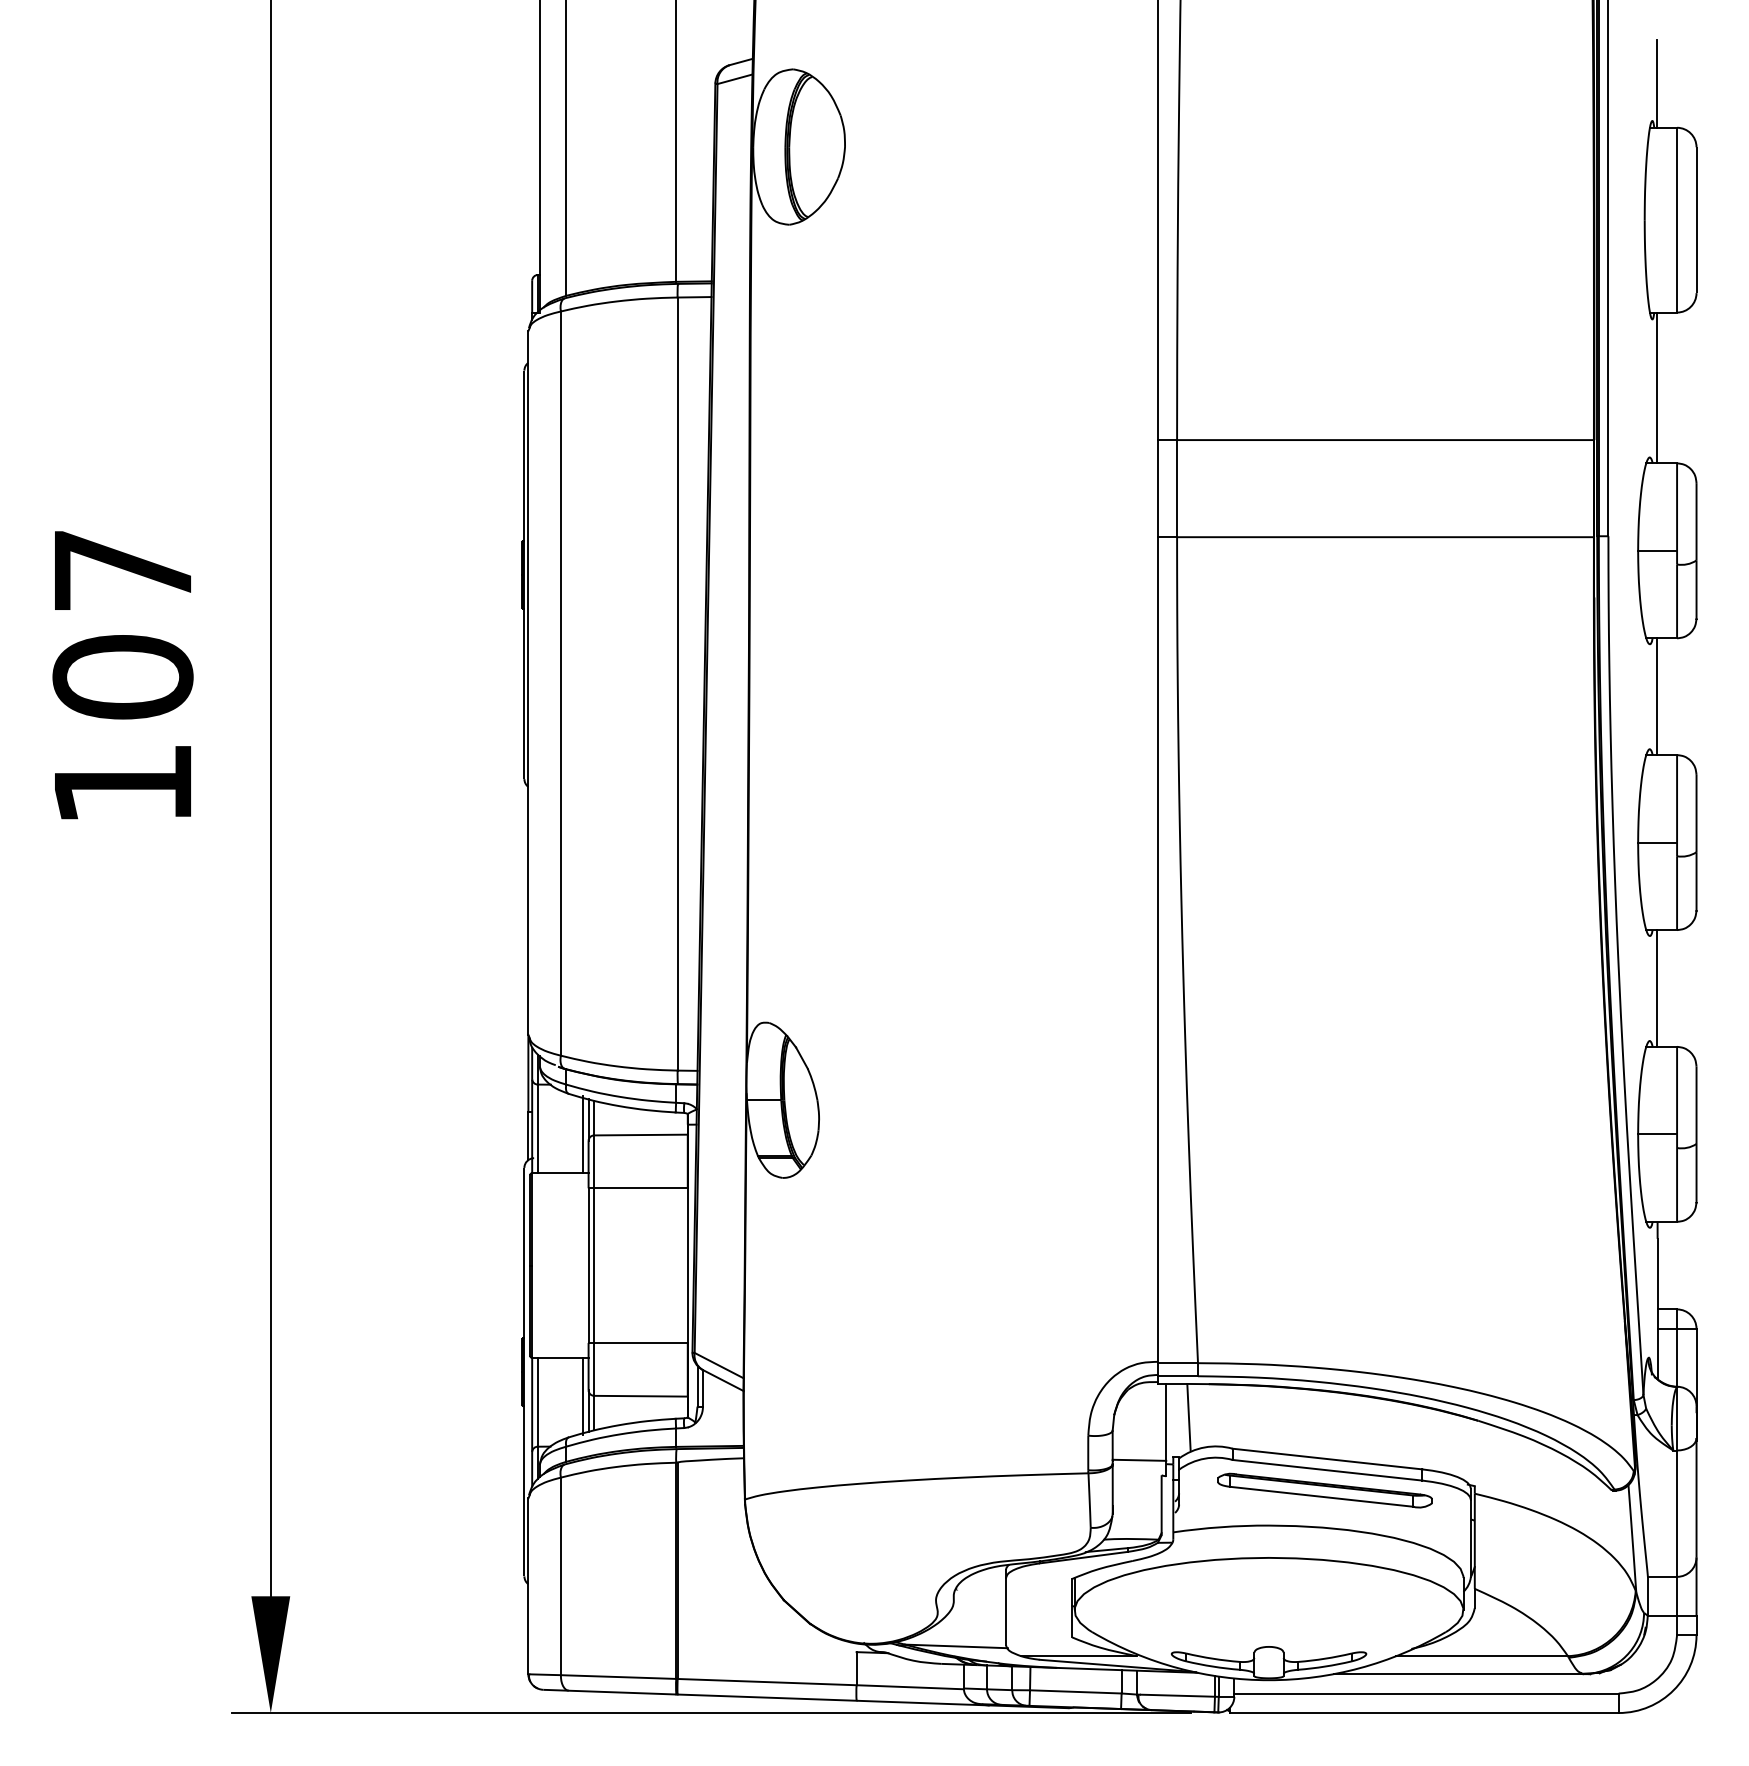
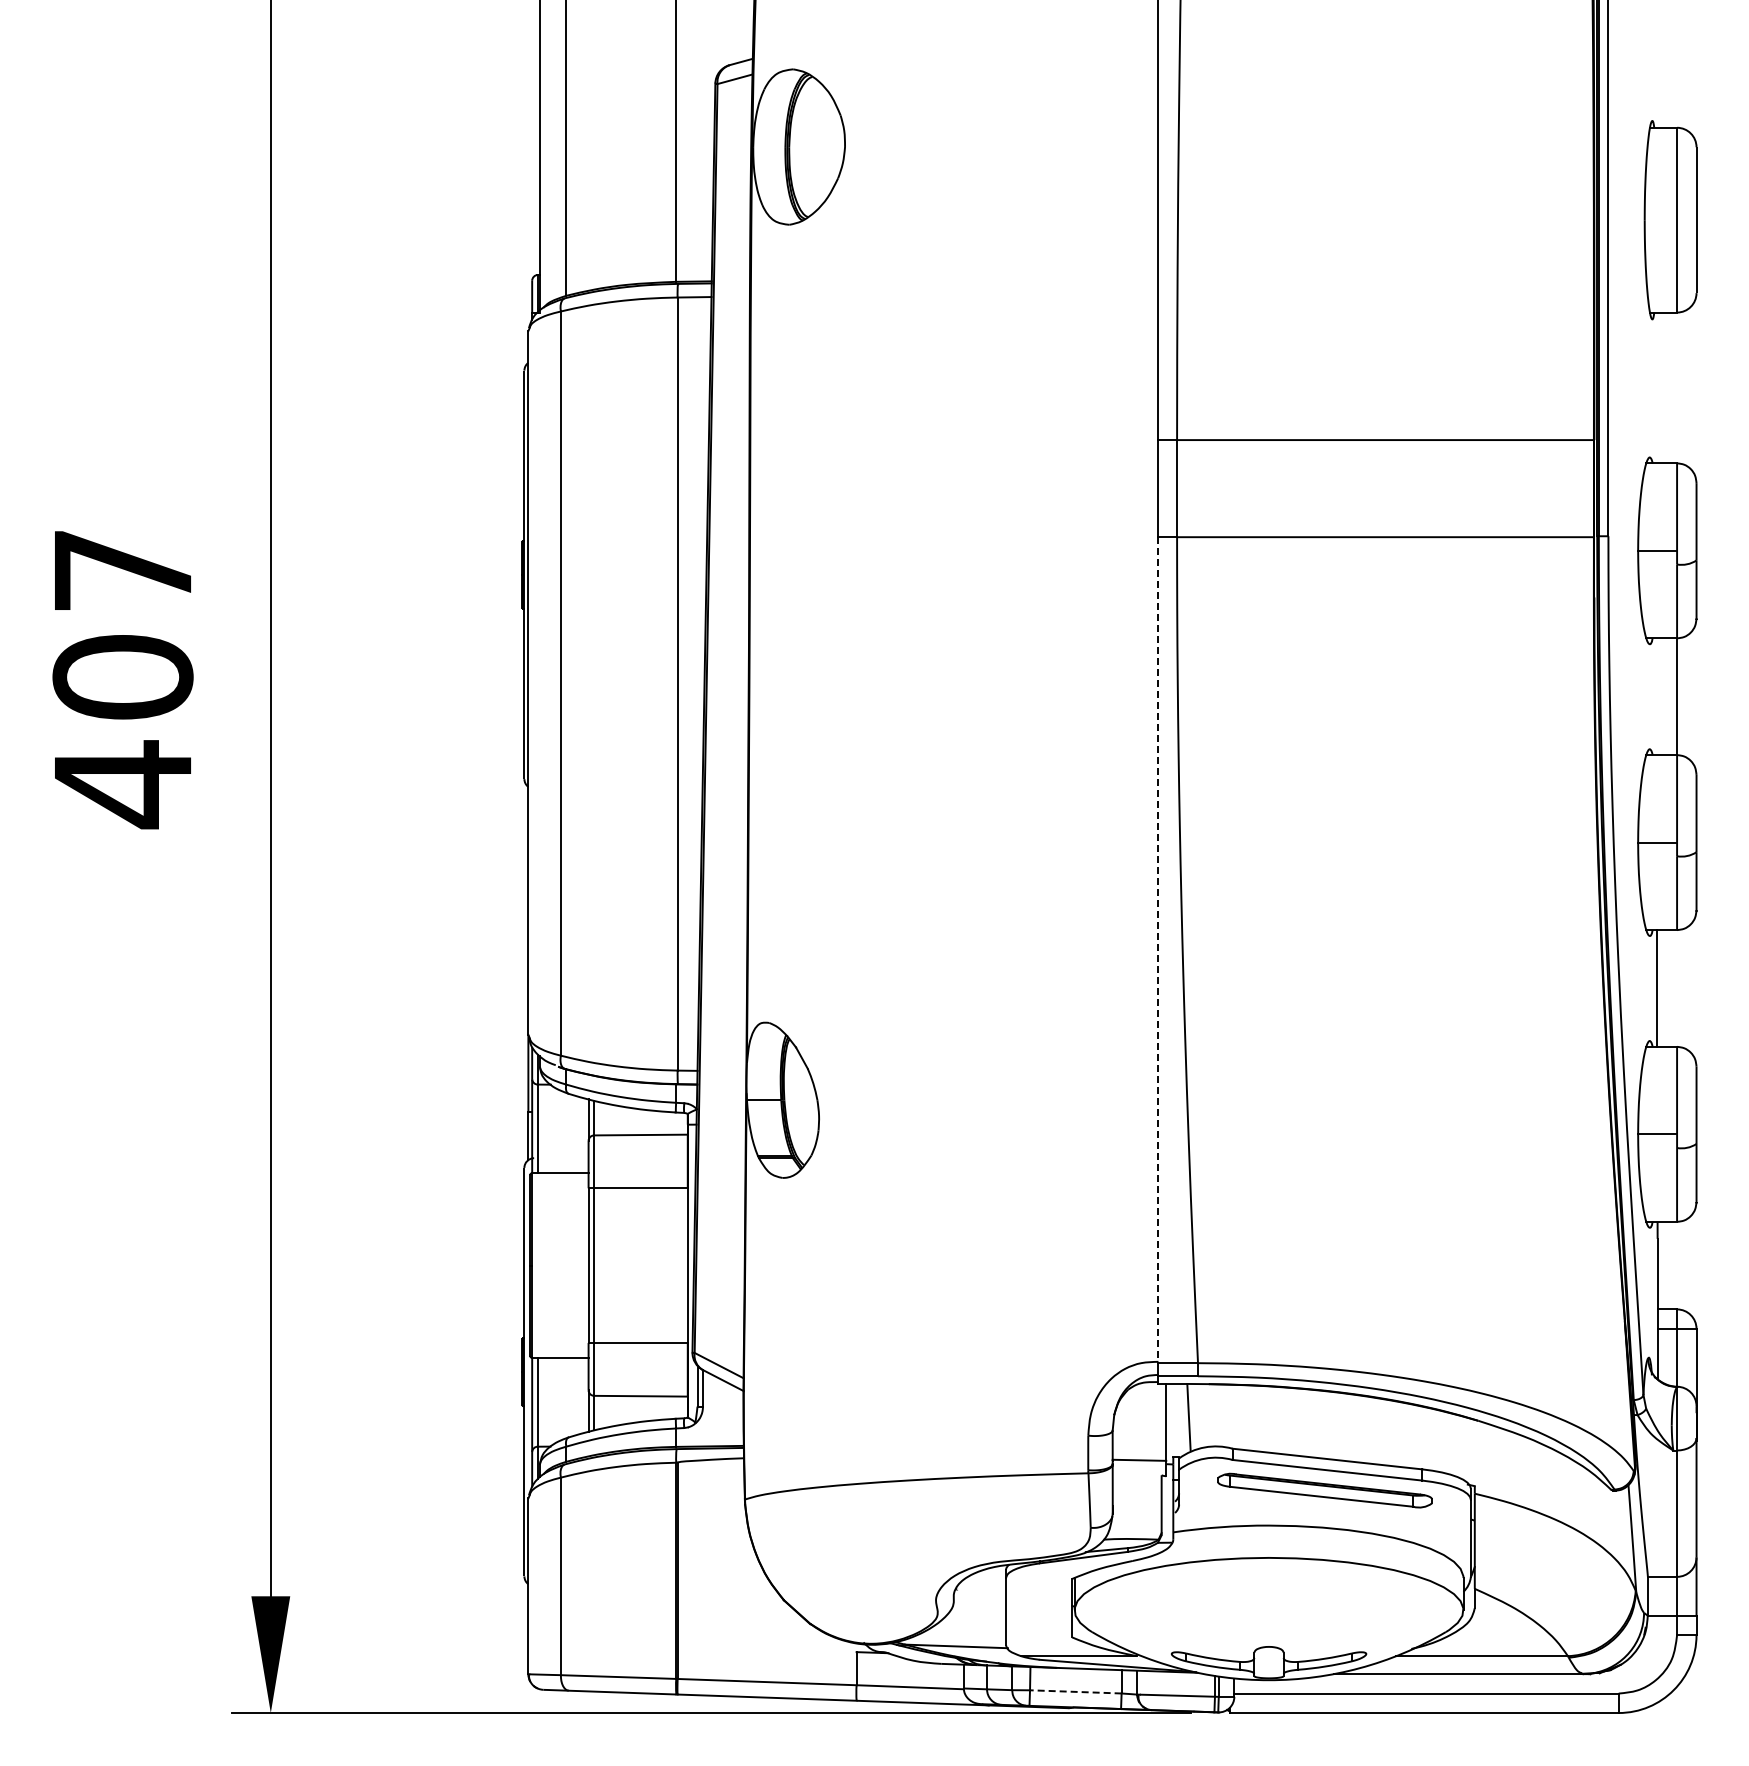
line at (1657, 83): present -> none
line at (1657, 387): present -> none
line at (1657, 696) position: (1657, 696) -> (1677, 696)
text at (122, 784): 107 -> 407
line at (1158, 950): solid -> dashed
line at (582, 1134): present -> none
line at (582, 1396): present -> none
line at (1075, 1691): solid -> dashed
